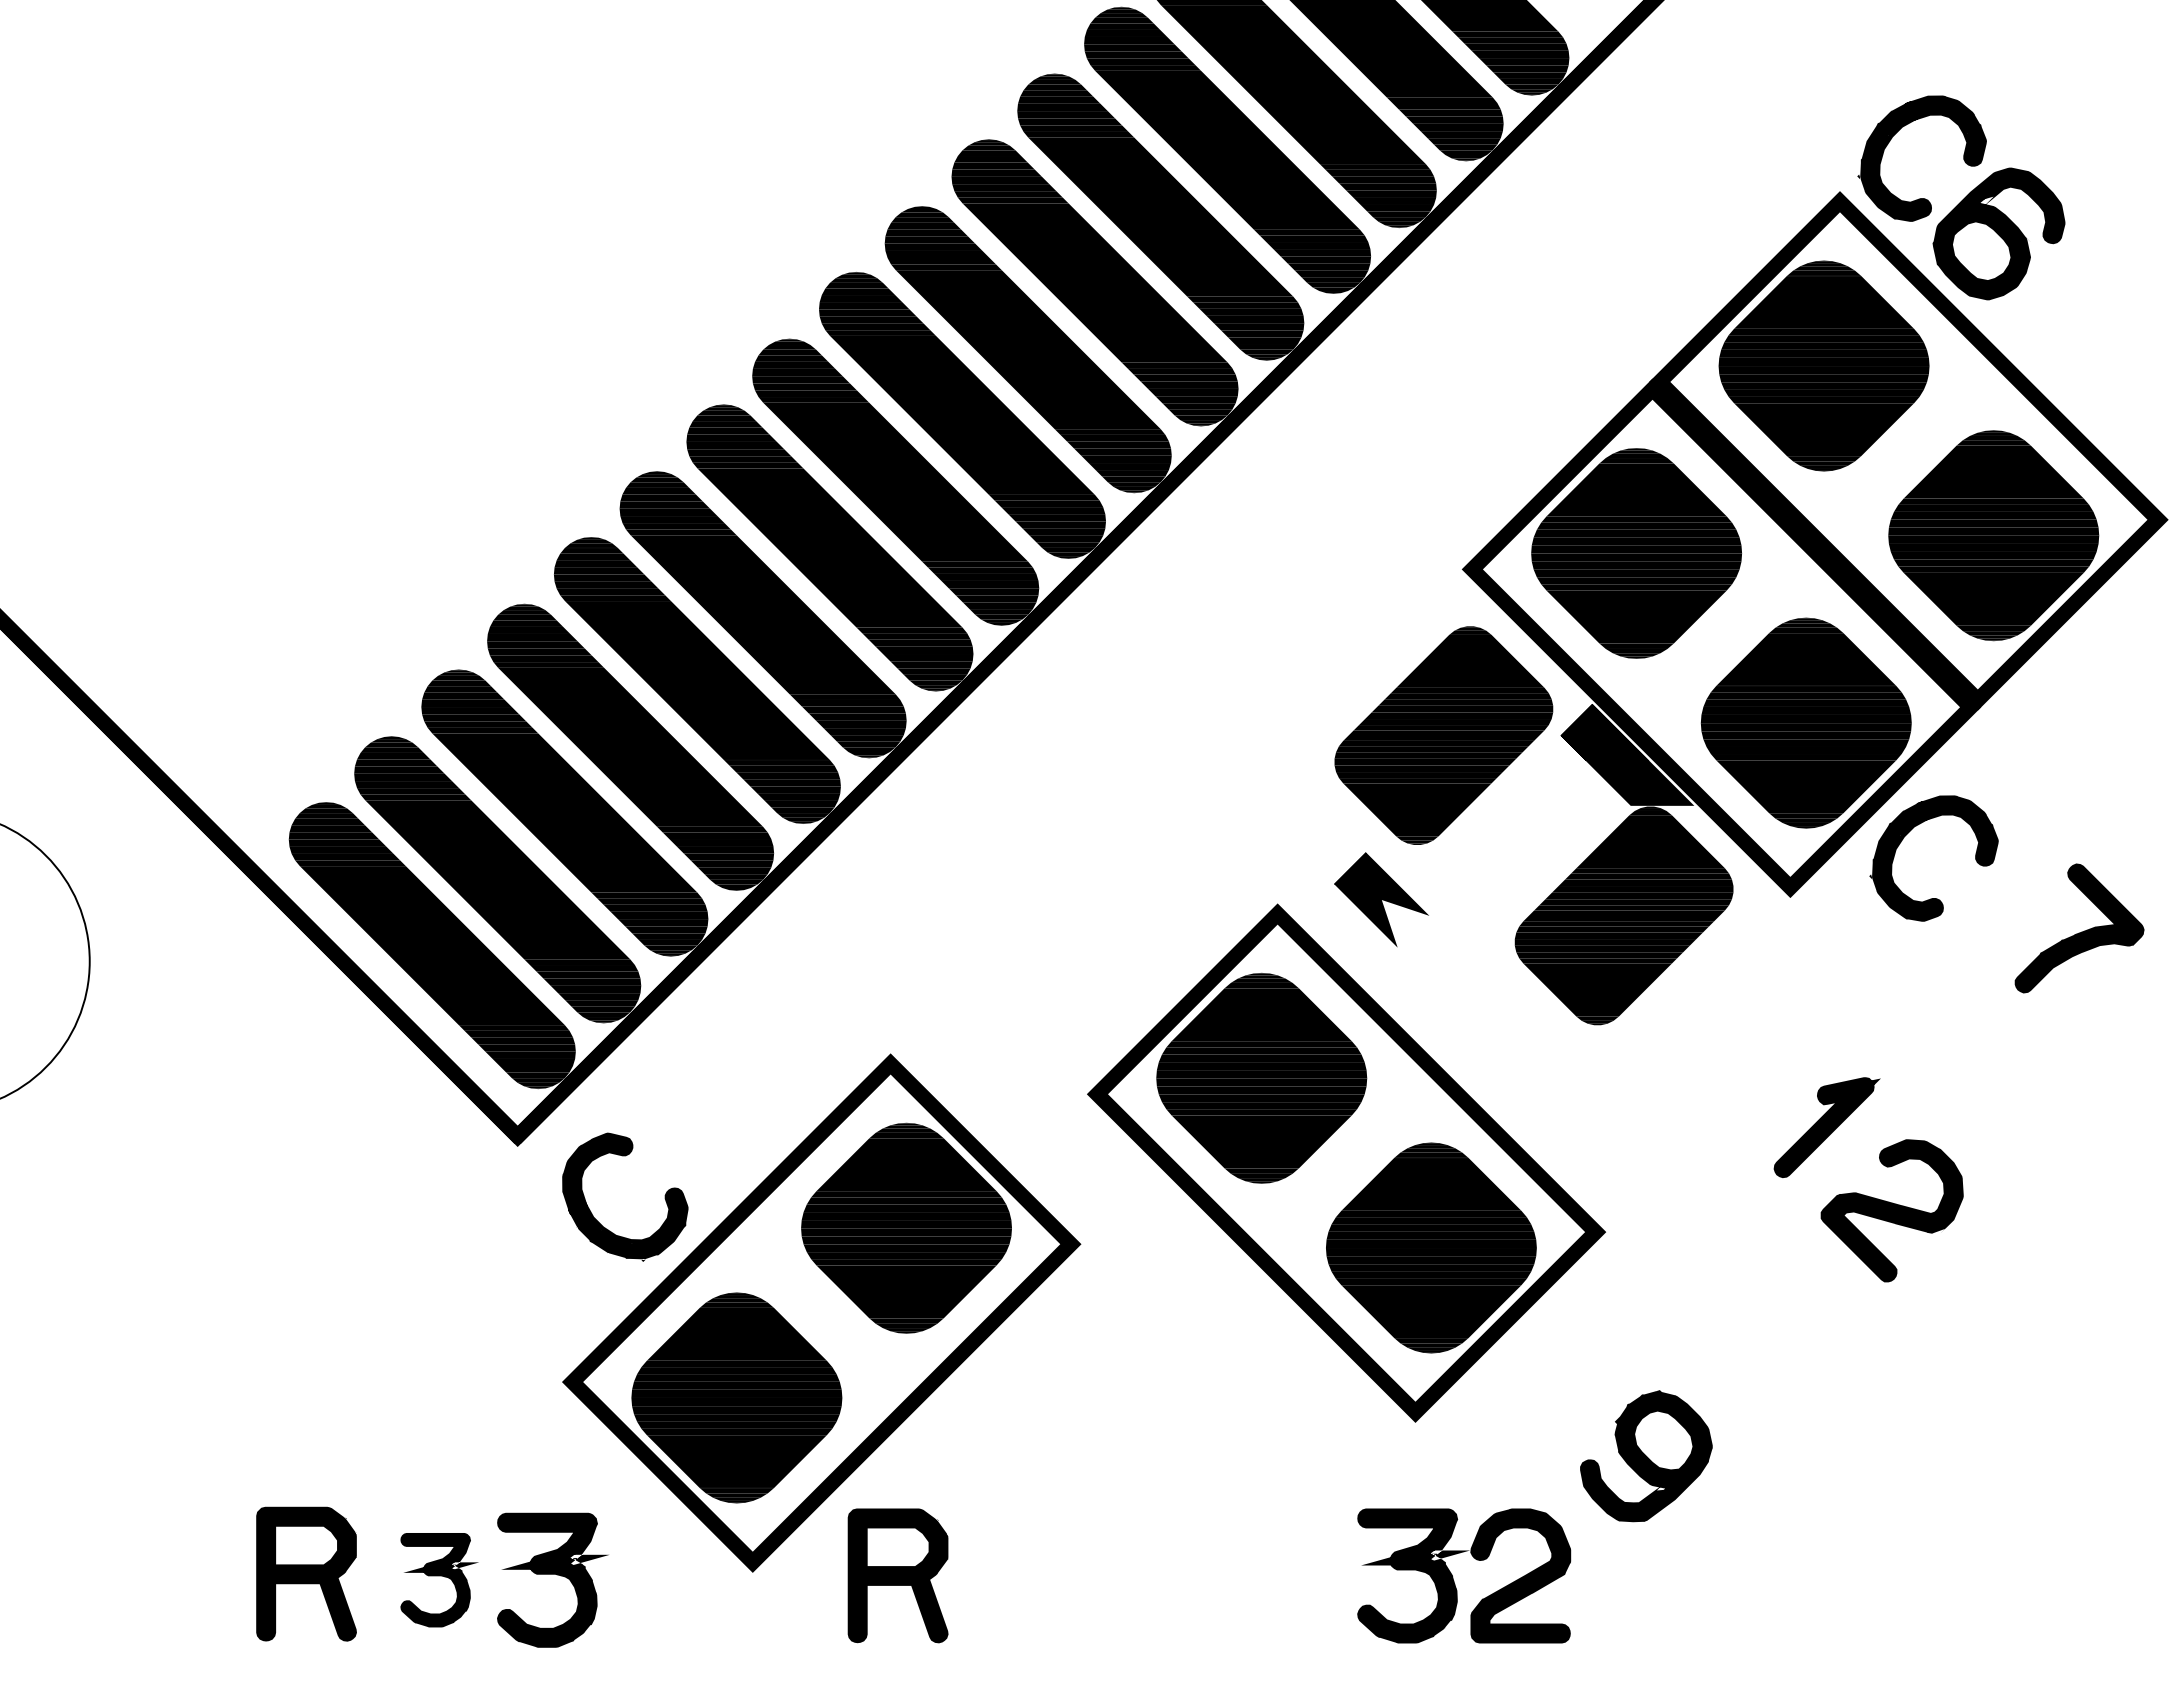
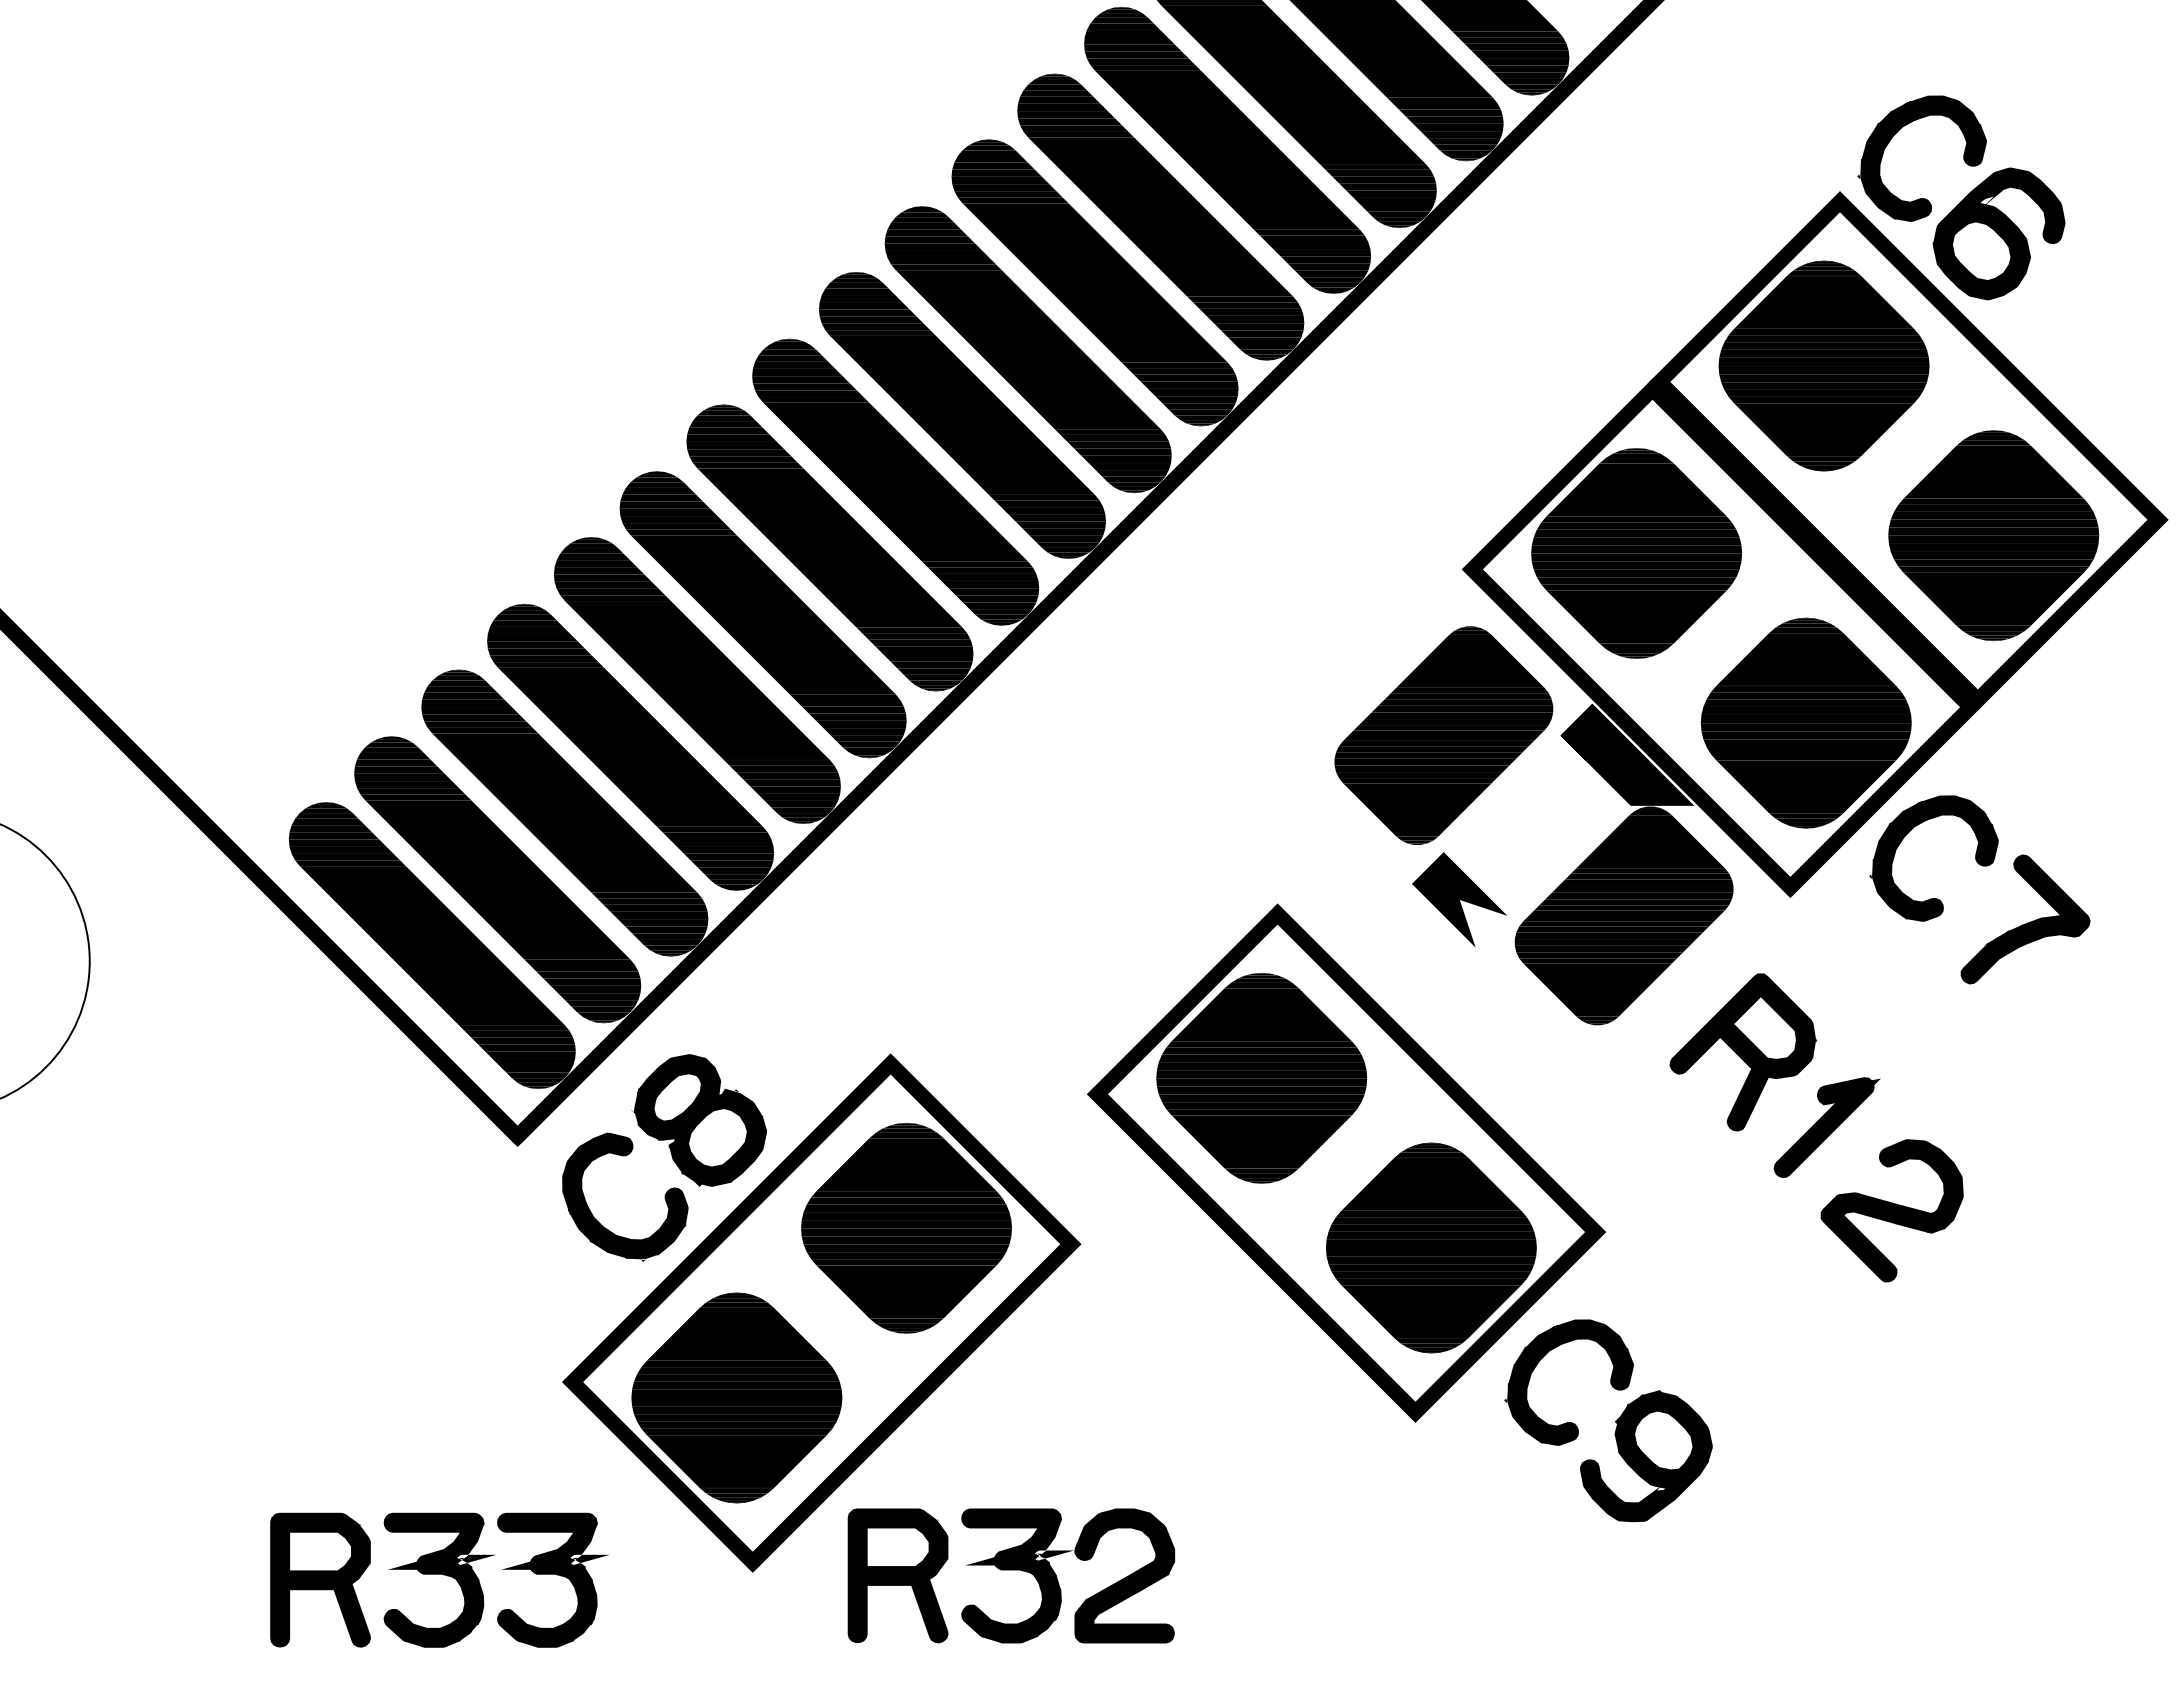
part at (1381, 899) position: (1381, 899) -> (1459, 899)
part at (2079, 928) position: (2079, 928) -> (2025, 919)
part at (1743, 1052): none -> present
part at (698, 1120): none -> present
part at (1539, 1362): none -> present
part at (306, 1573) position: (306, 1573) -> (320, 1579)
part at (1453, 1577) position: (1453, 1577) -> (1057, 1577)
part at (439, 1580) size: 79x95 px -> 113x136 px
